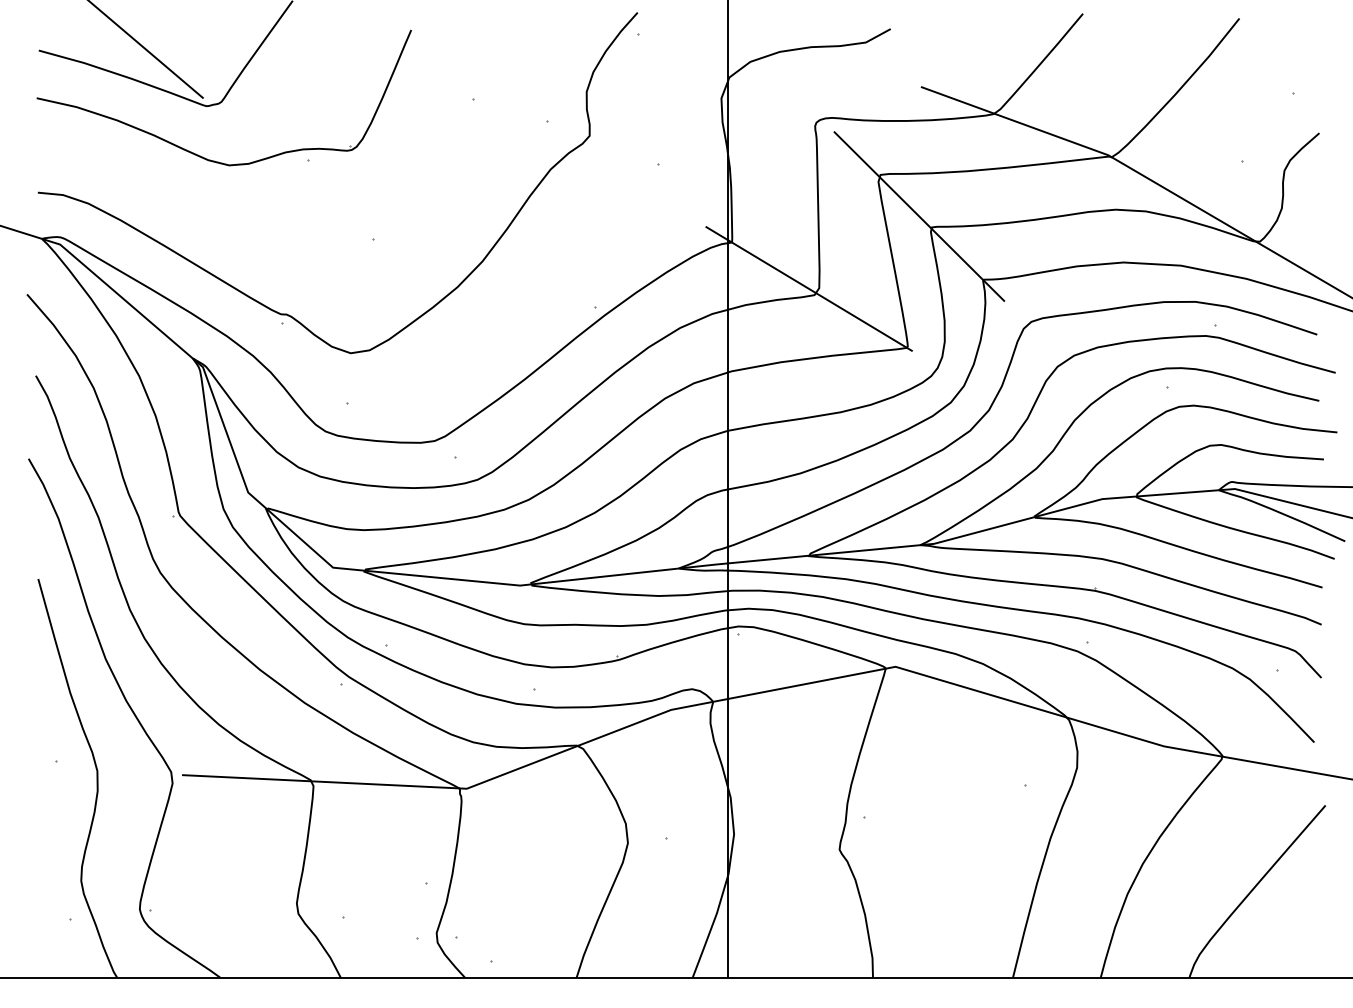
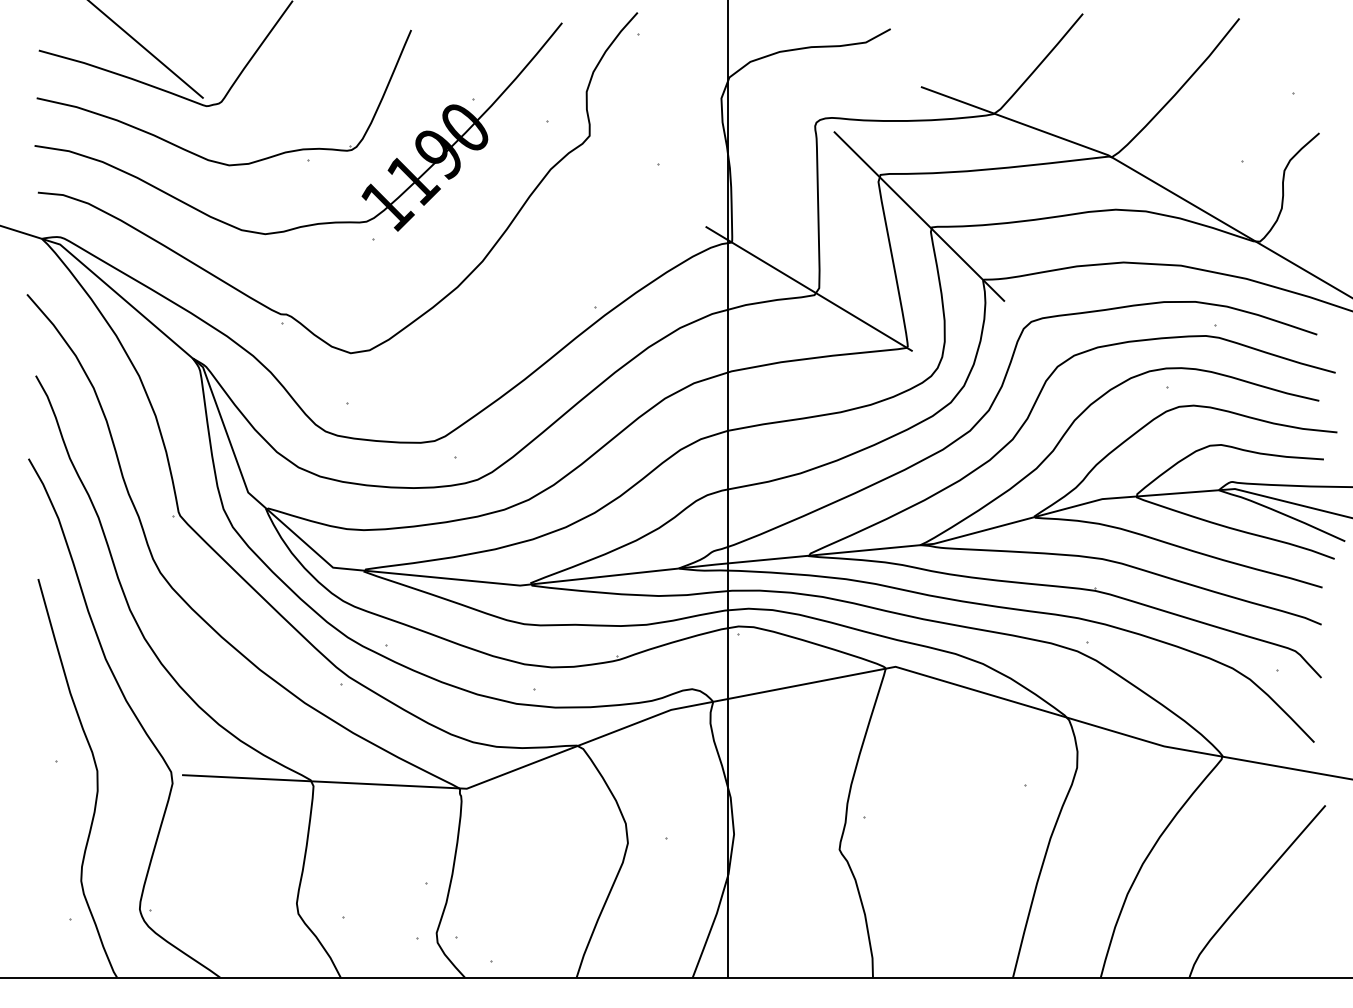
part at (366, 187): none -> present
